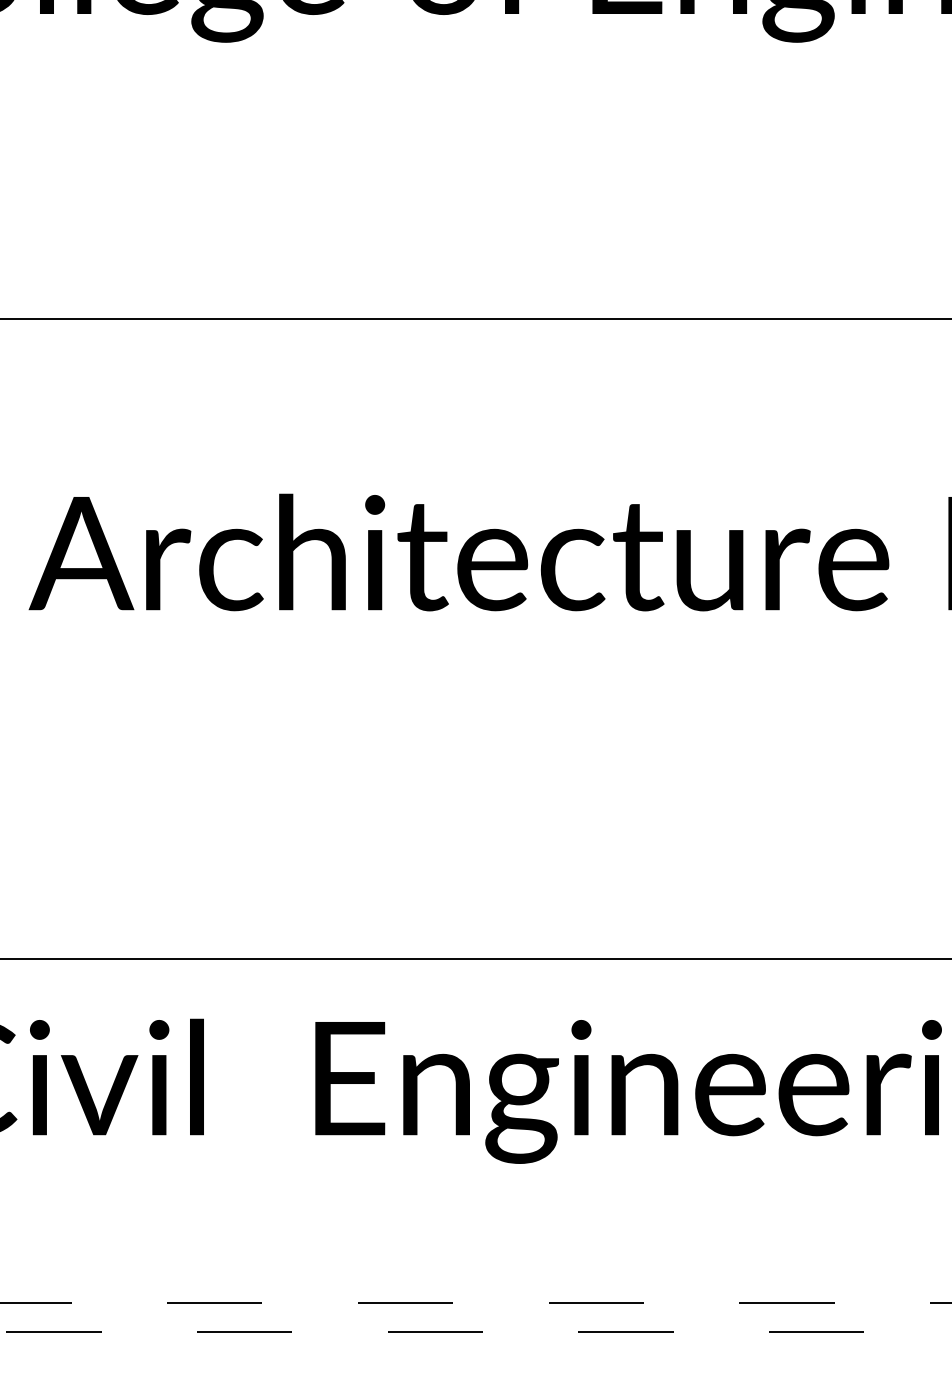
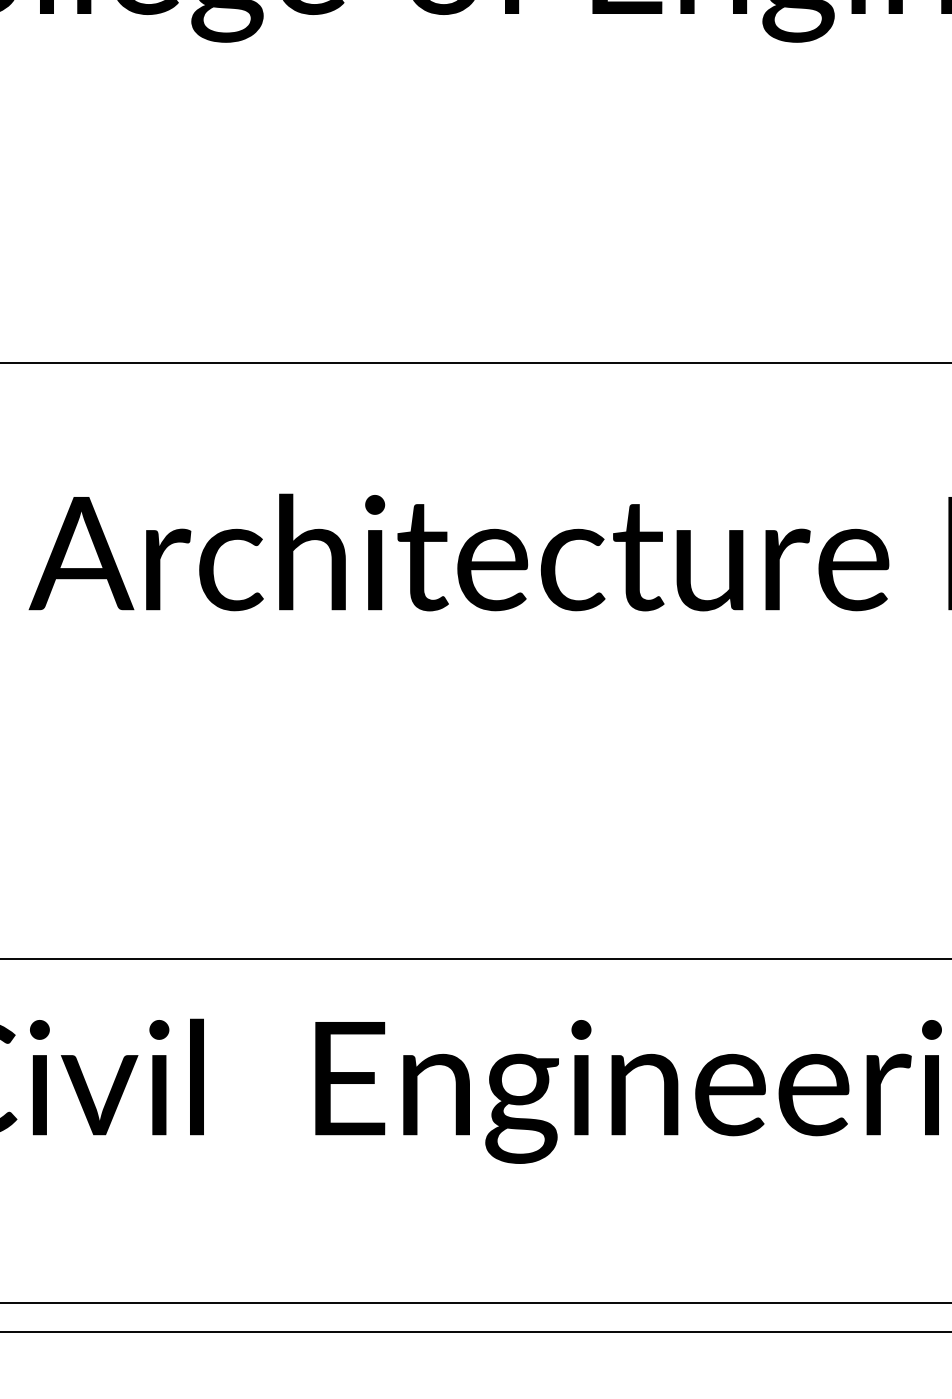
line at (475, 318) position: (475, 318) -> (475, 362)
line at (475, 1302): dashed -> solid
line at (475, 1332): dashed -> solid
